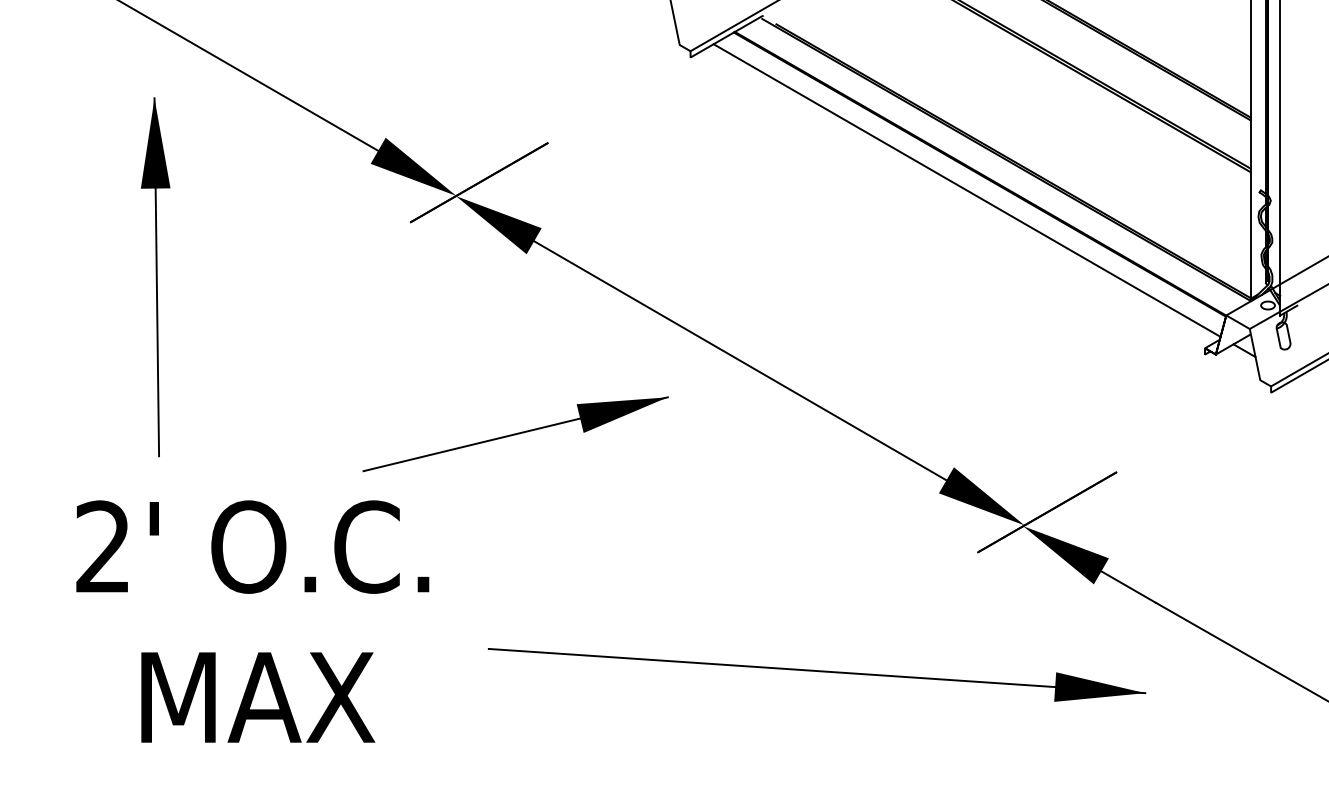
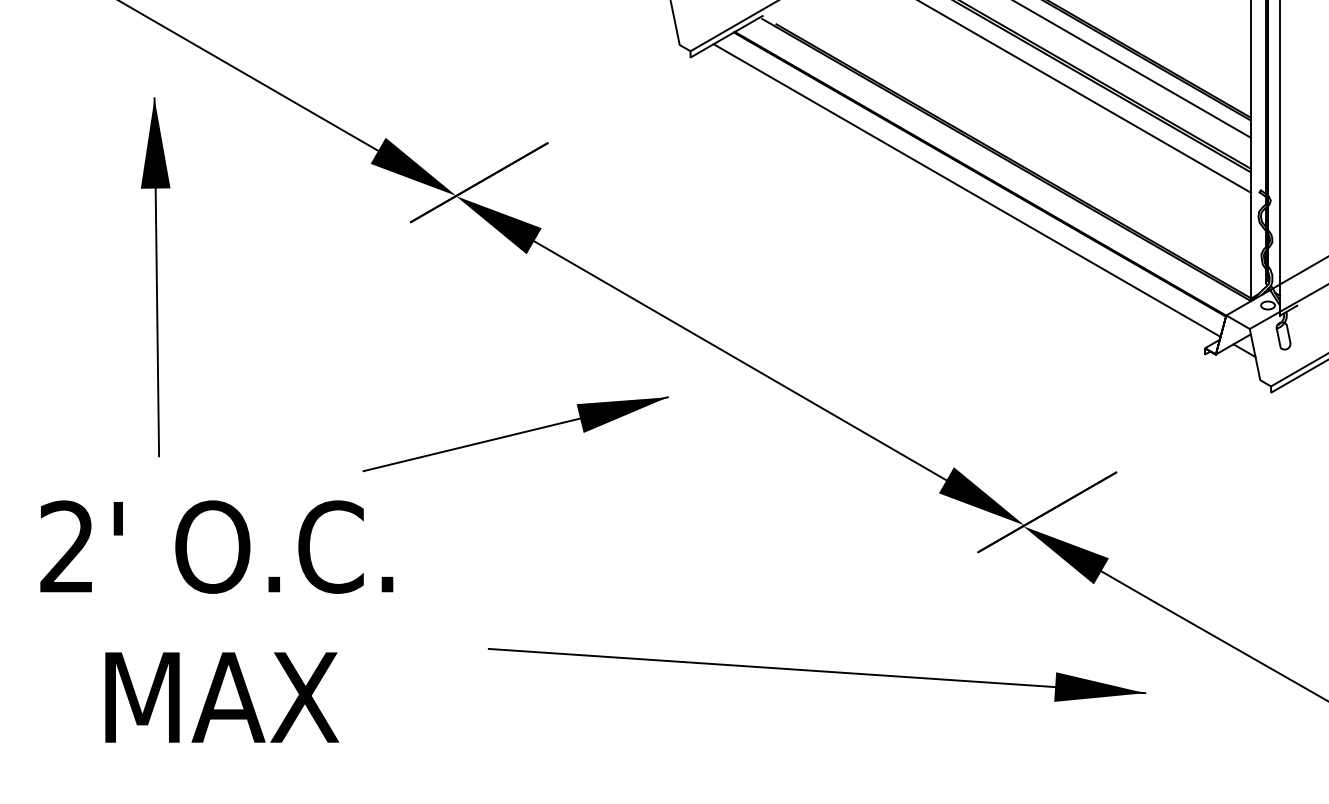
line at (1132, 69): none -> present
line at (1085, 97): none -> present
text at (252, 621) position: (252, 621) -> (216, 621)
